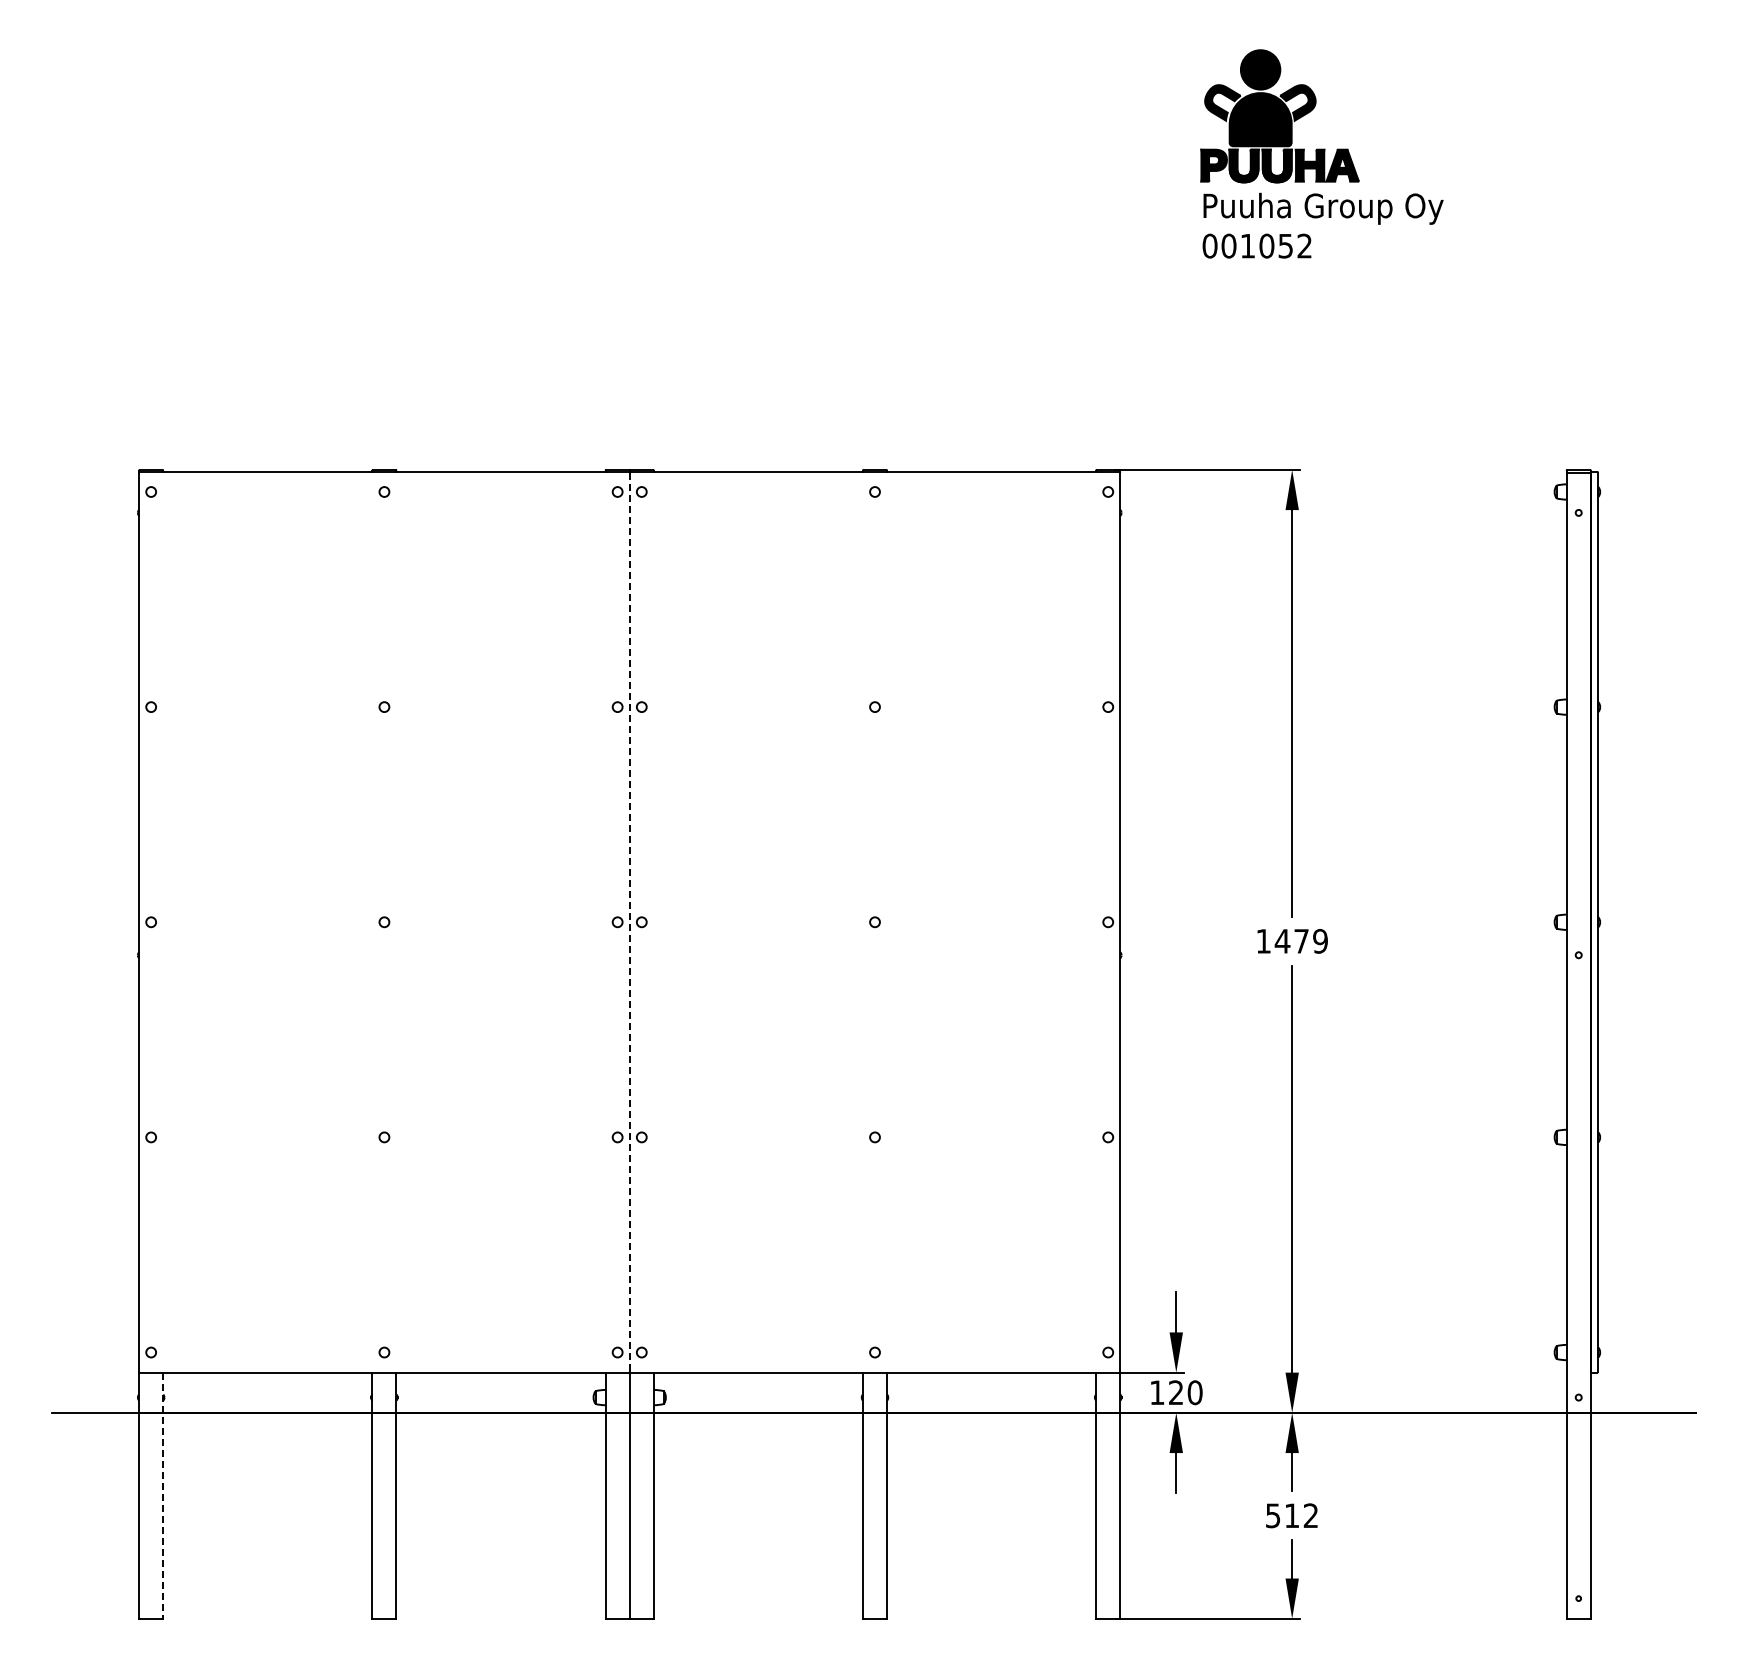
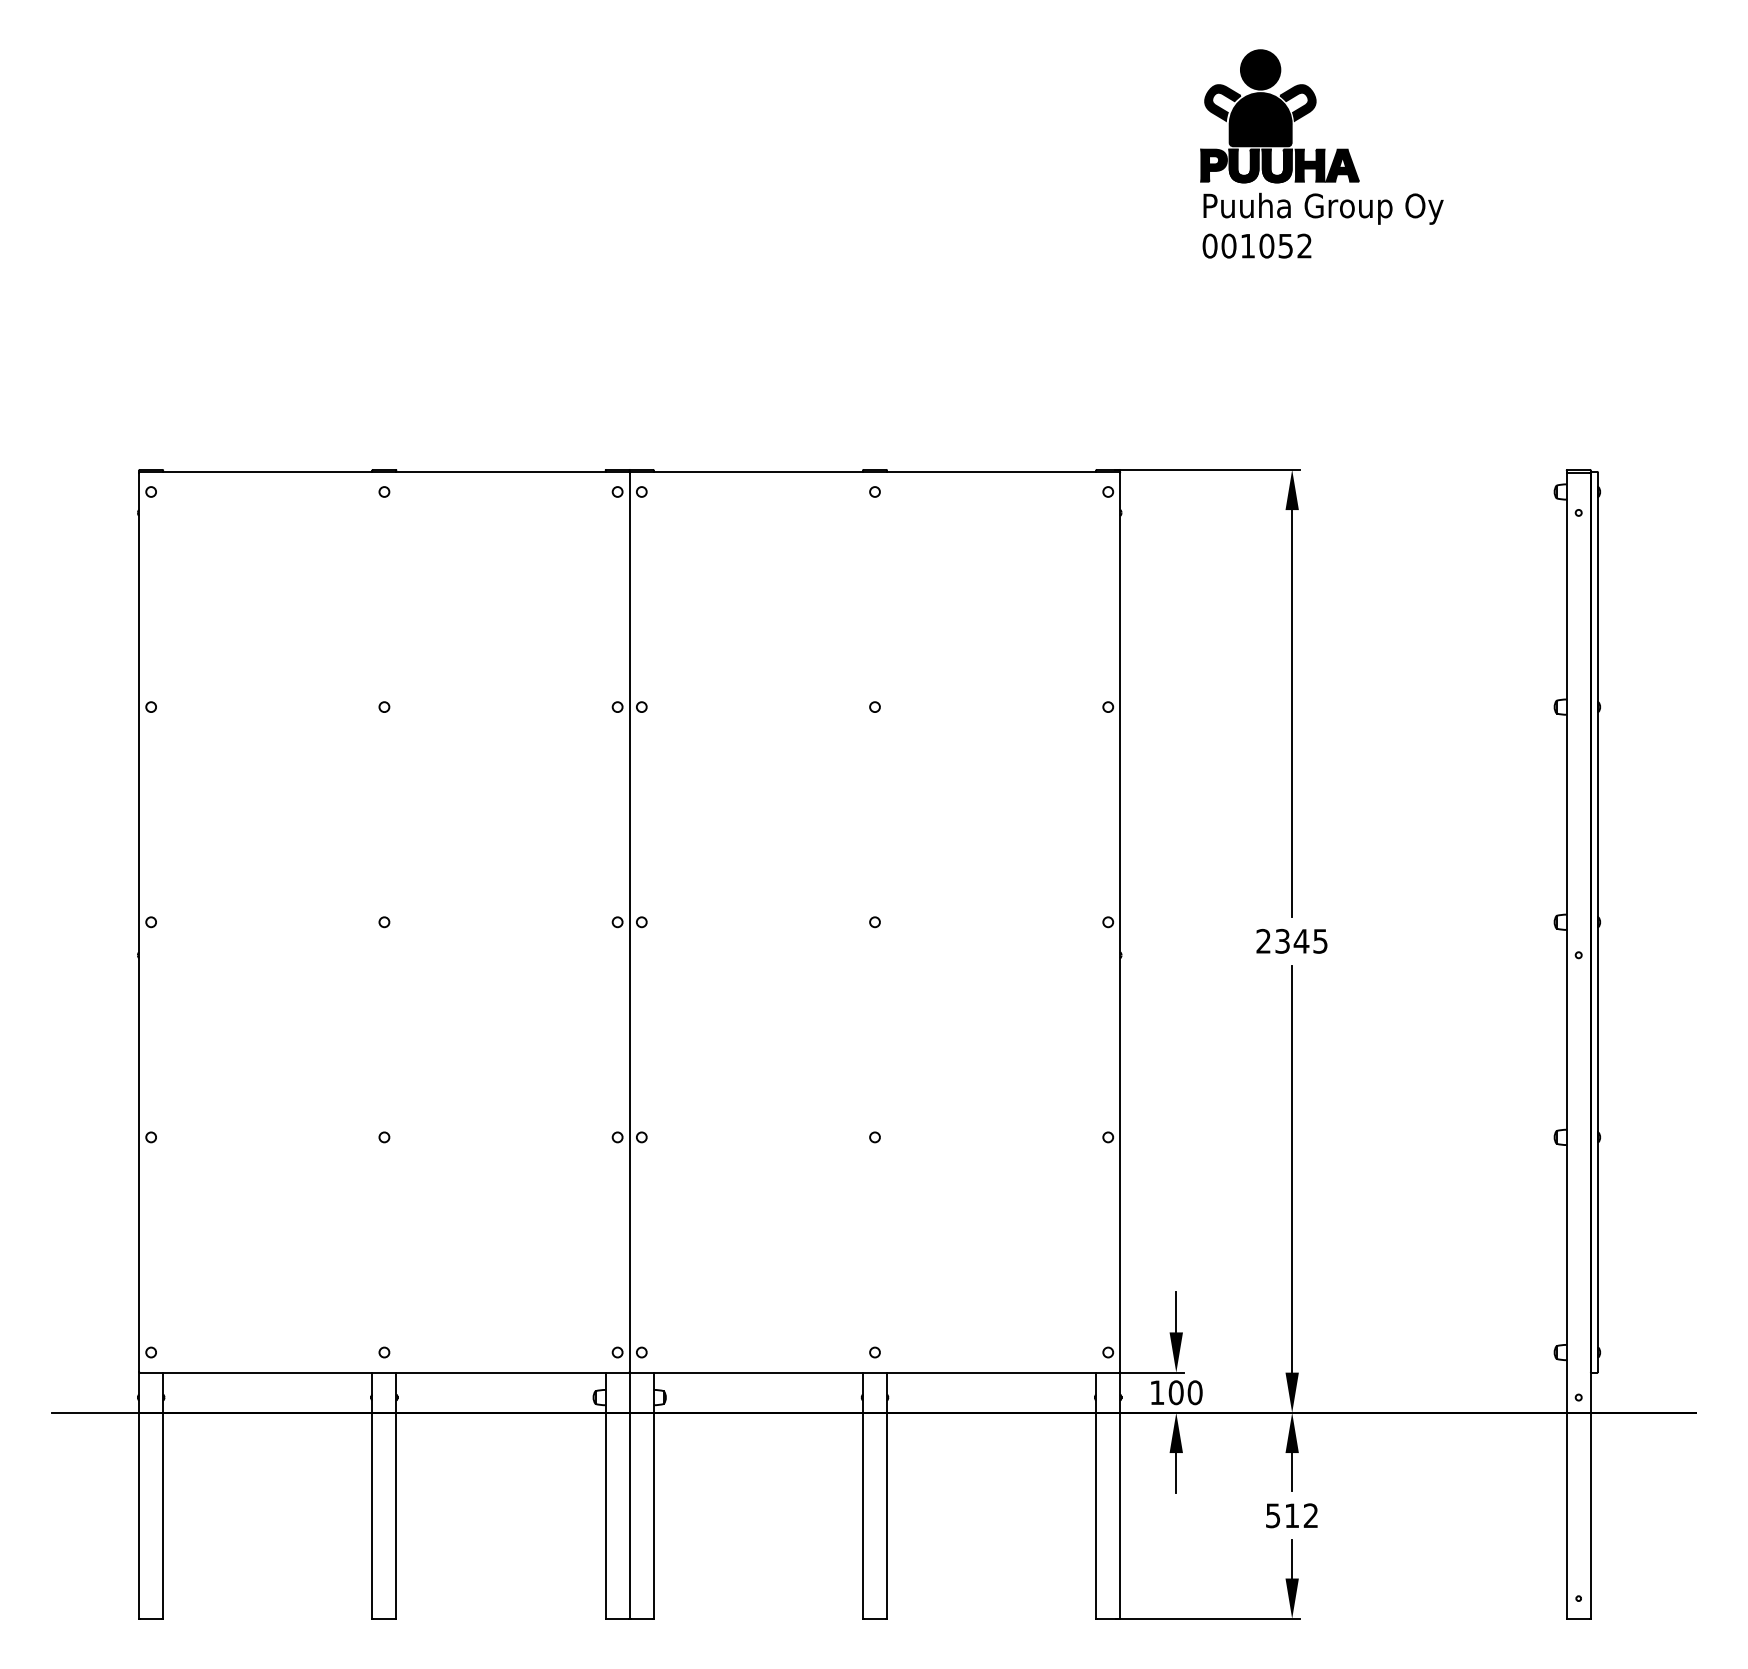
line at (629, 922): dashed -> solid
text at (1291, 940): 1479 -> 2345
text at (1175, 1392): 120 -> 100
line at (163, 1496): dashed -> solid
